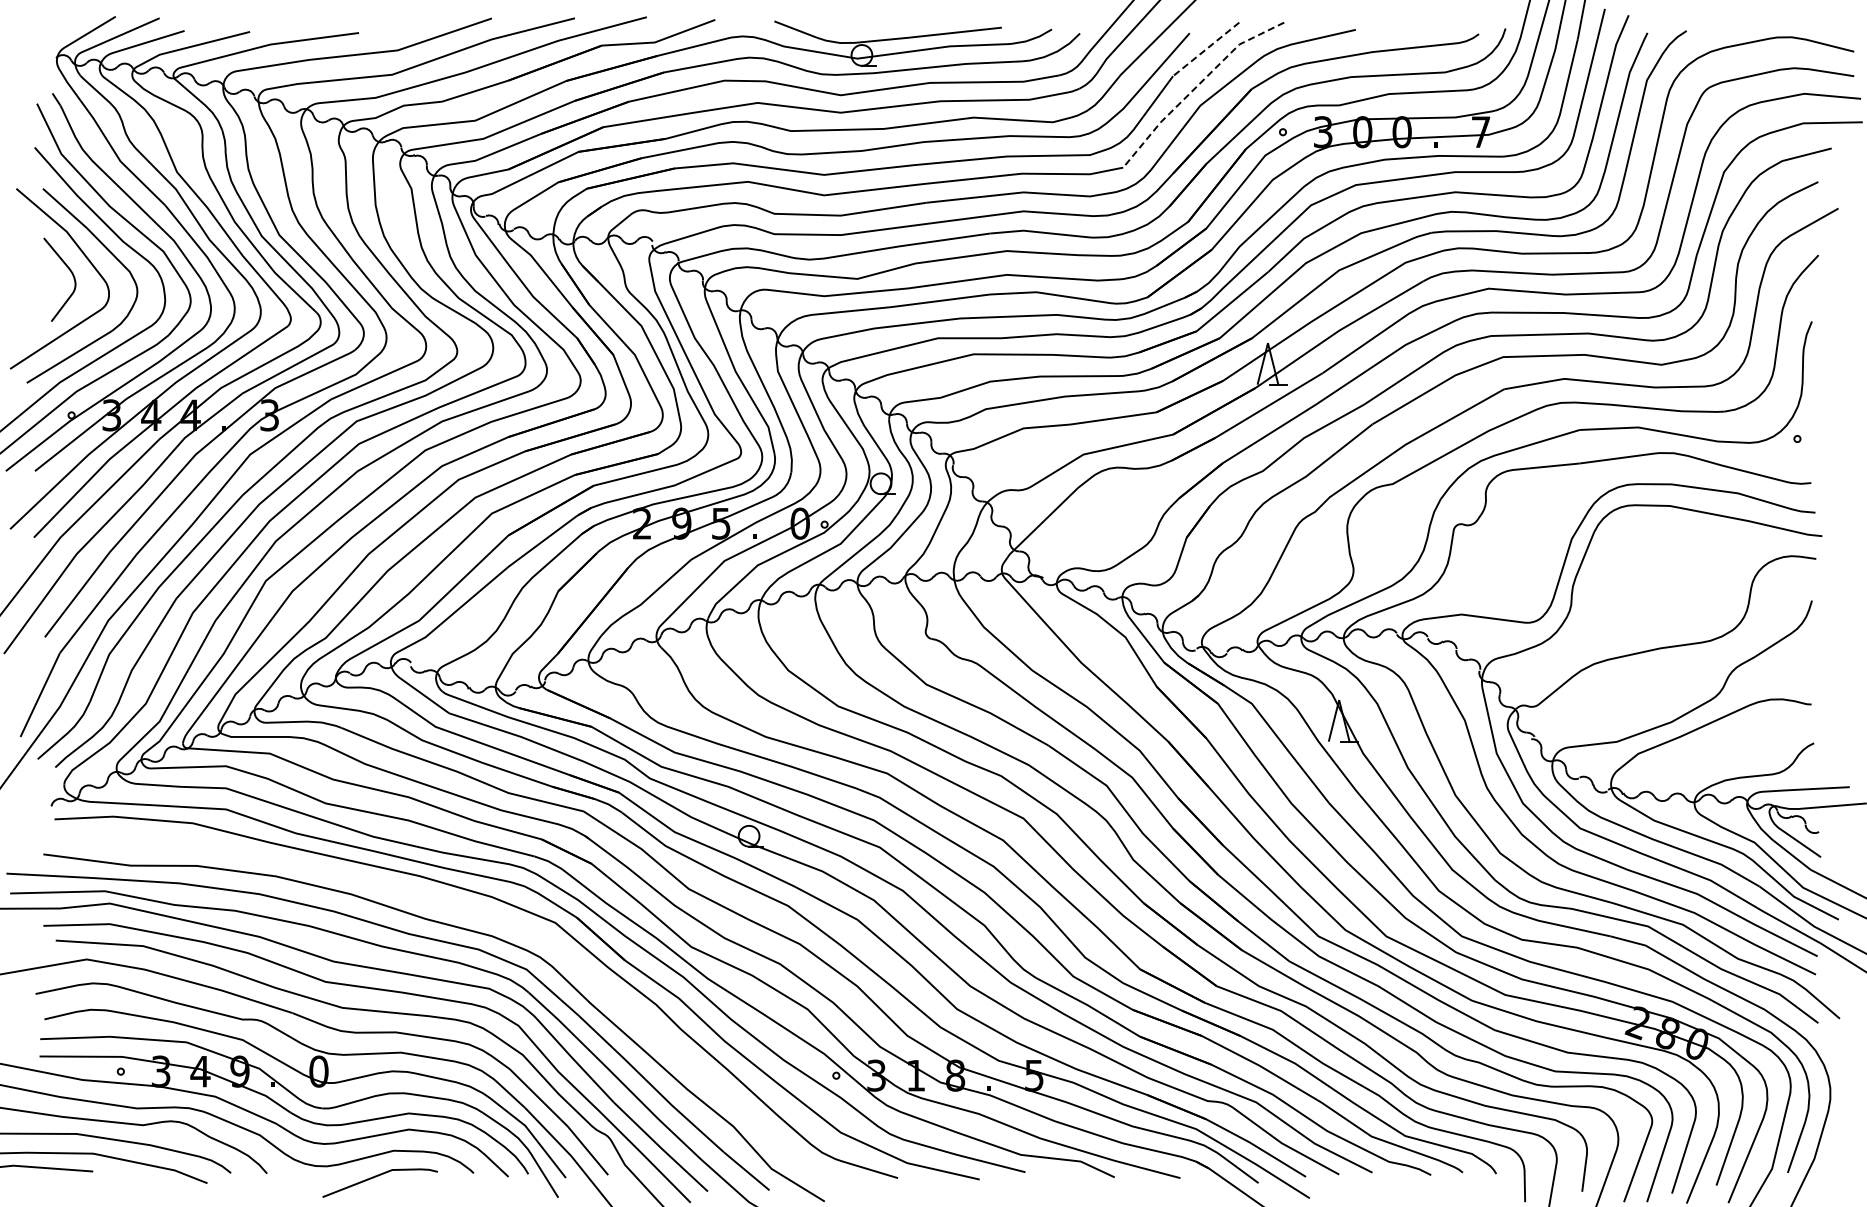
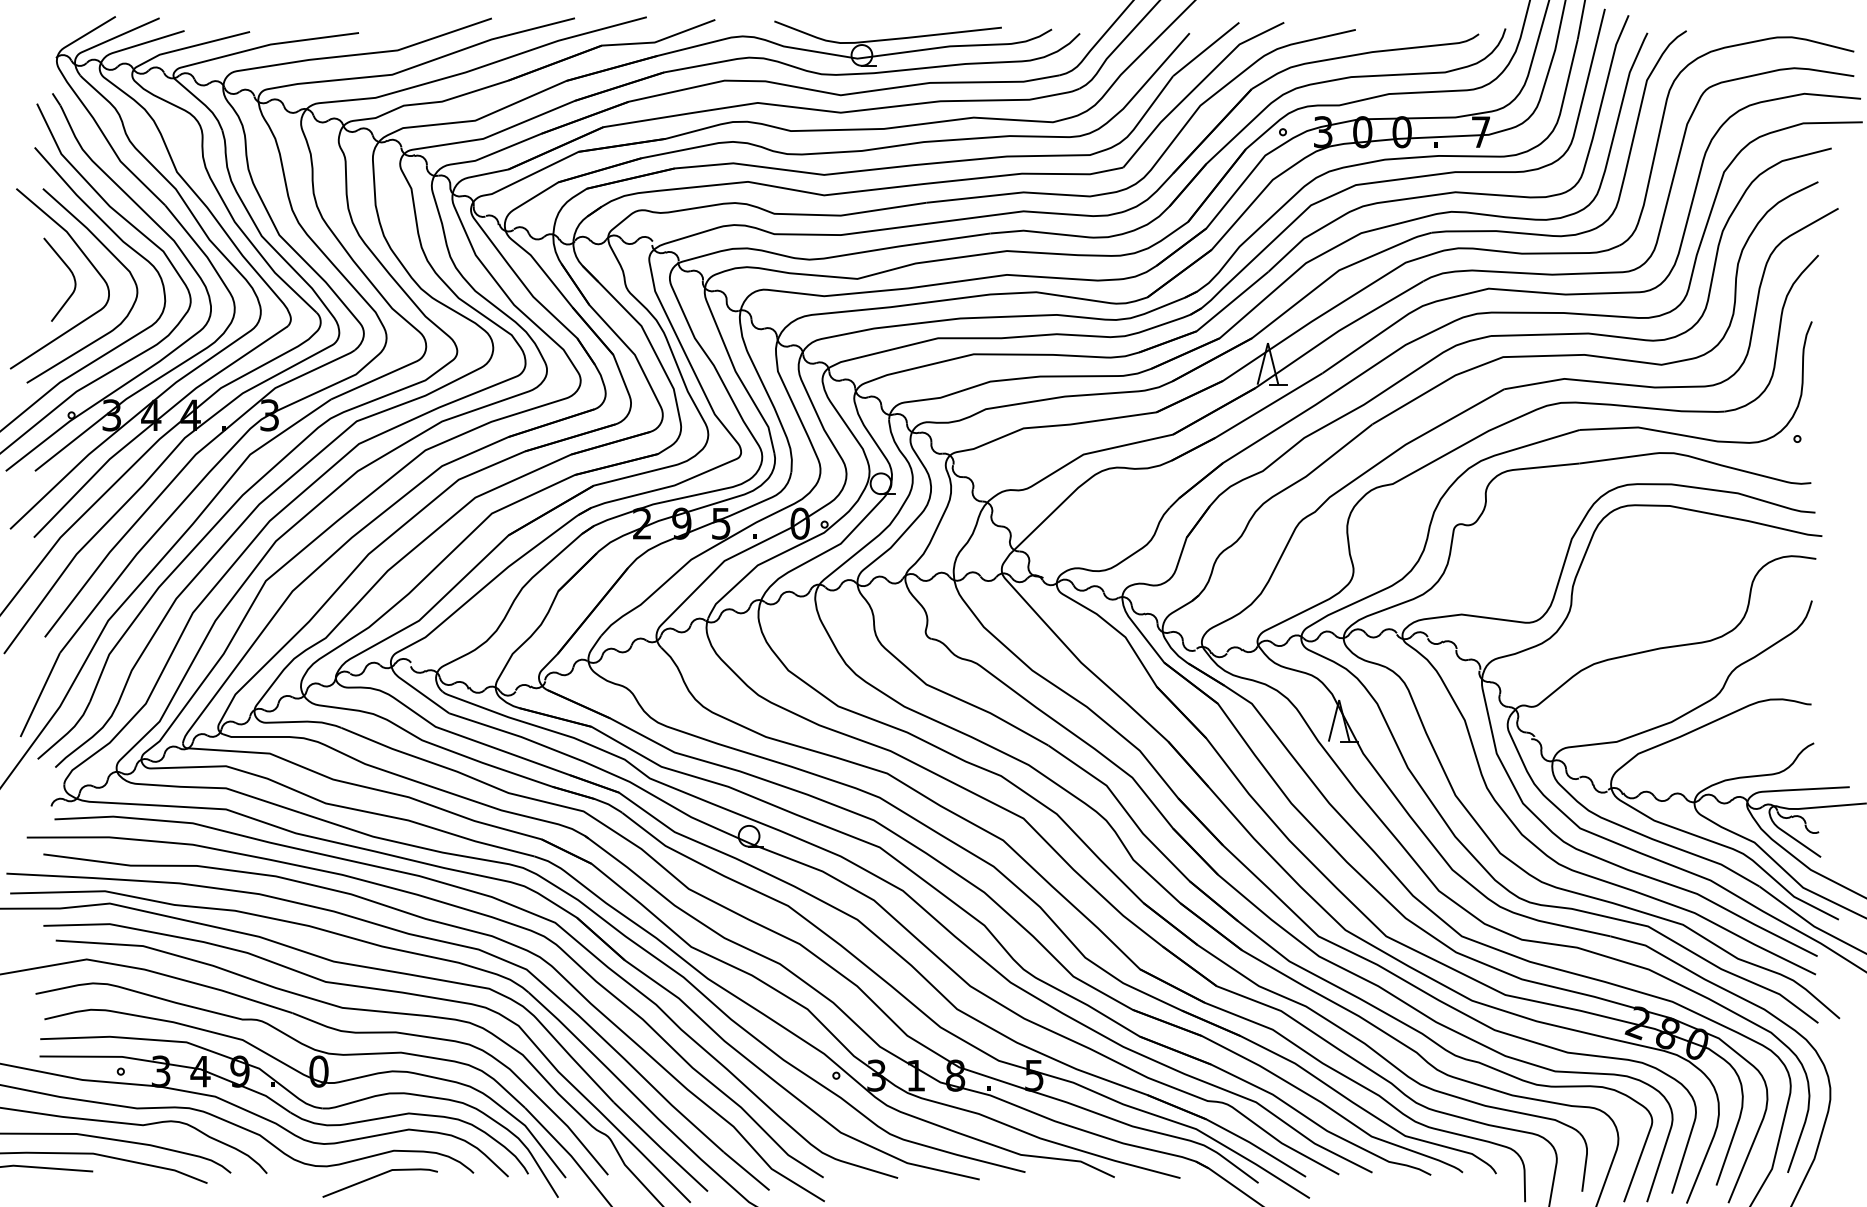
line at (1206, 49): dashed -> solid
line at (1197, 86): dashed -> solid
curve at (458, 908): none -> present
